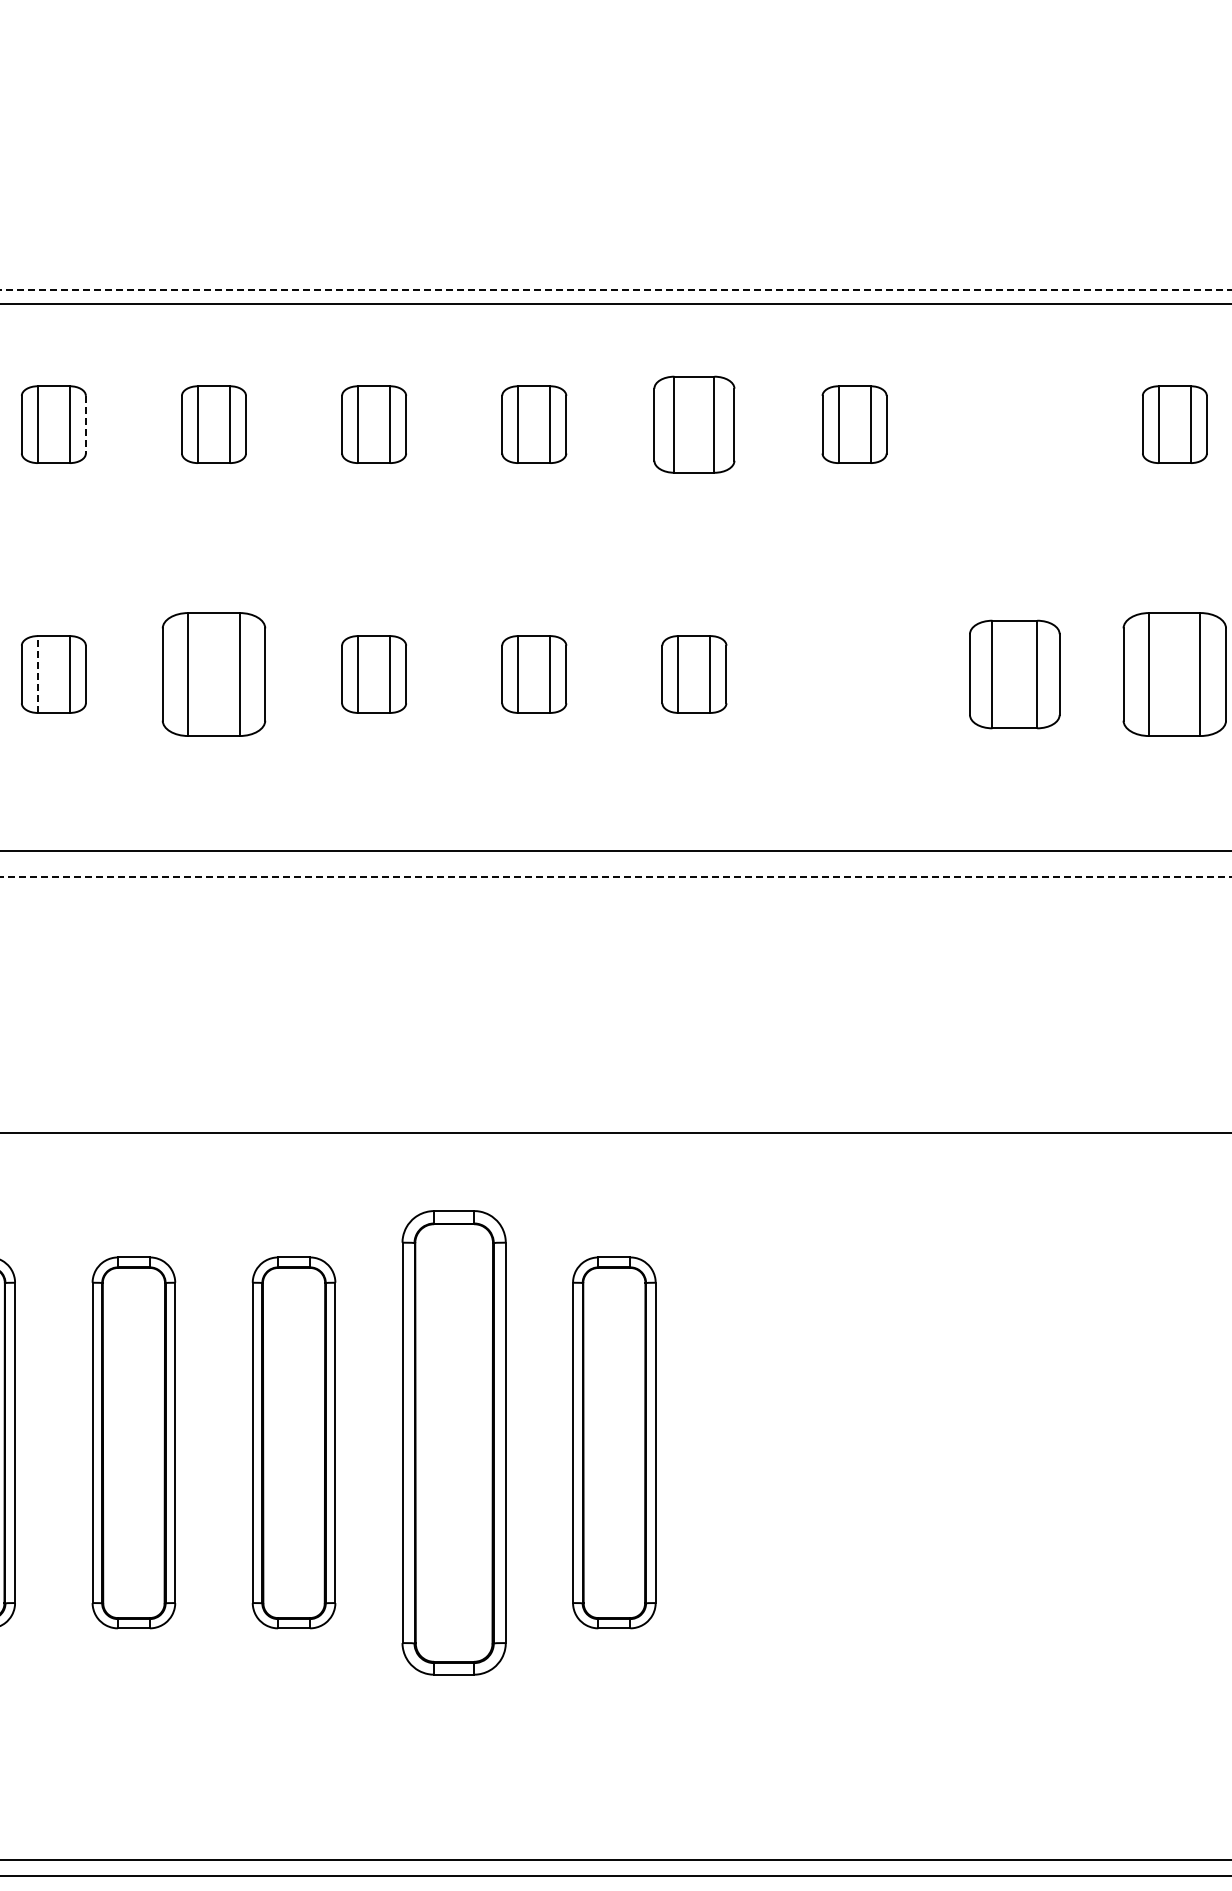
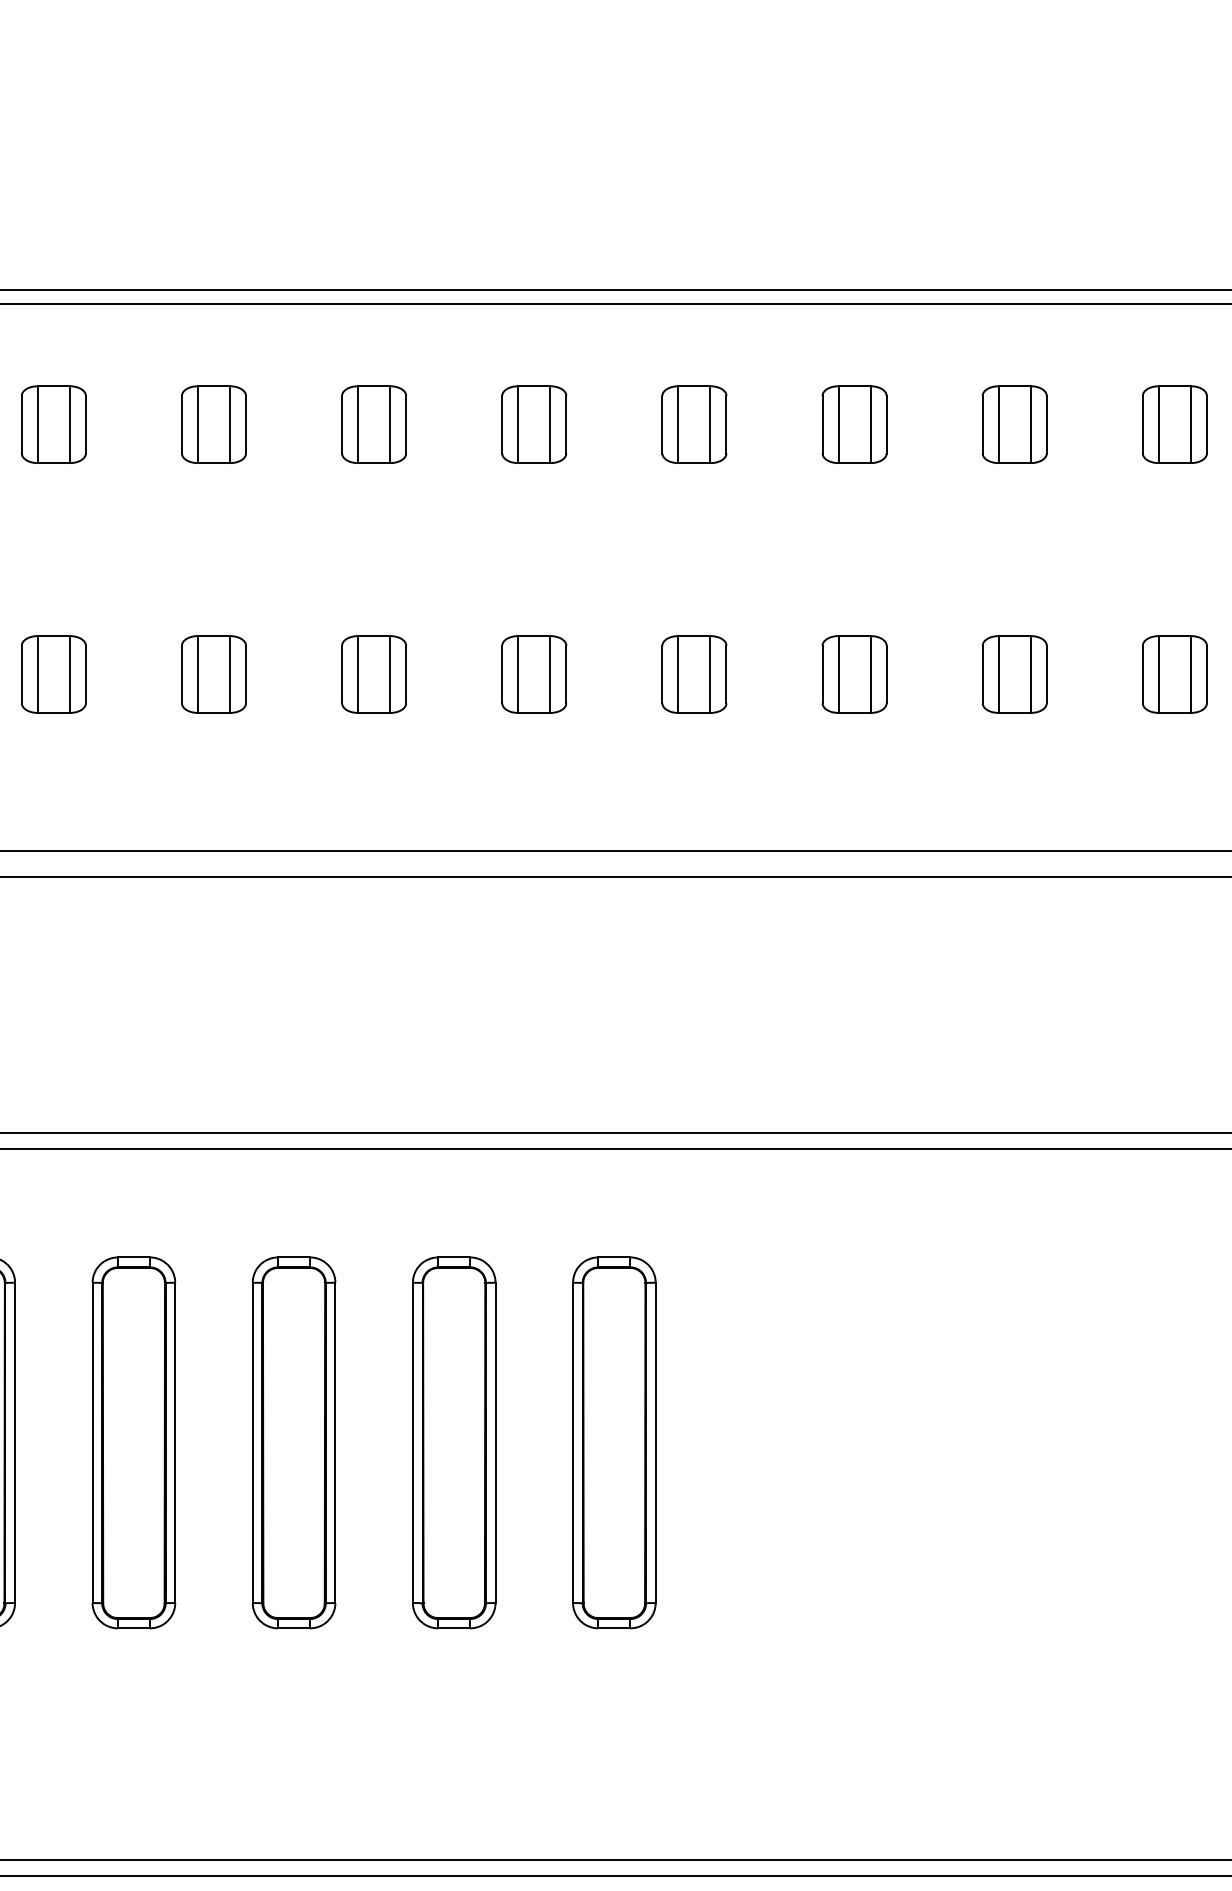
line at (615, 290): dashed -> solid
line at (85, 424): dashed -> solid
part at (694, 424) size: 83x99 px -> 67x79 px
part at (1014, 424): none -> present
line at (37, 674): dashed -> solid
part at (213, 674) size: 106x125 px -> 66x79 px
part at (854, 674): none -> present
part at (1014, 674) size: 92x111 px -> 67x79 px
part at (1174, 674) size: 105x125 px -> 66x79 px
line at (617, 877): dashed -> solid
line at (615, 1148): none -> present
part at (453, 1442) size: 106x466 px -> 85x374 px
